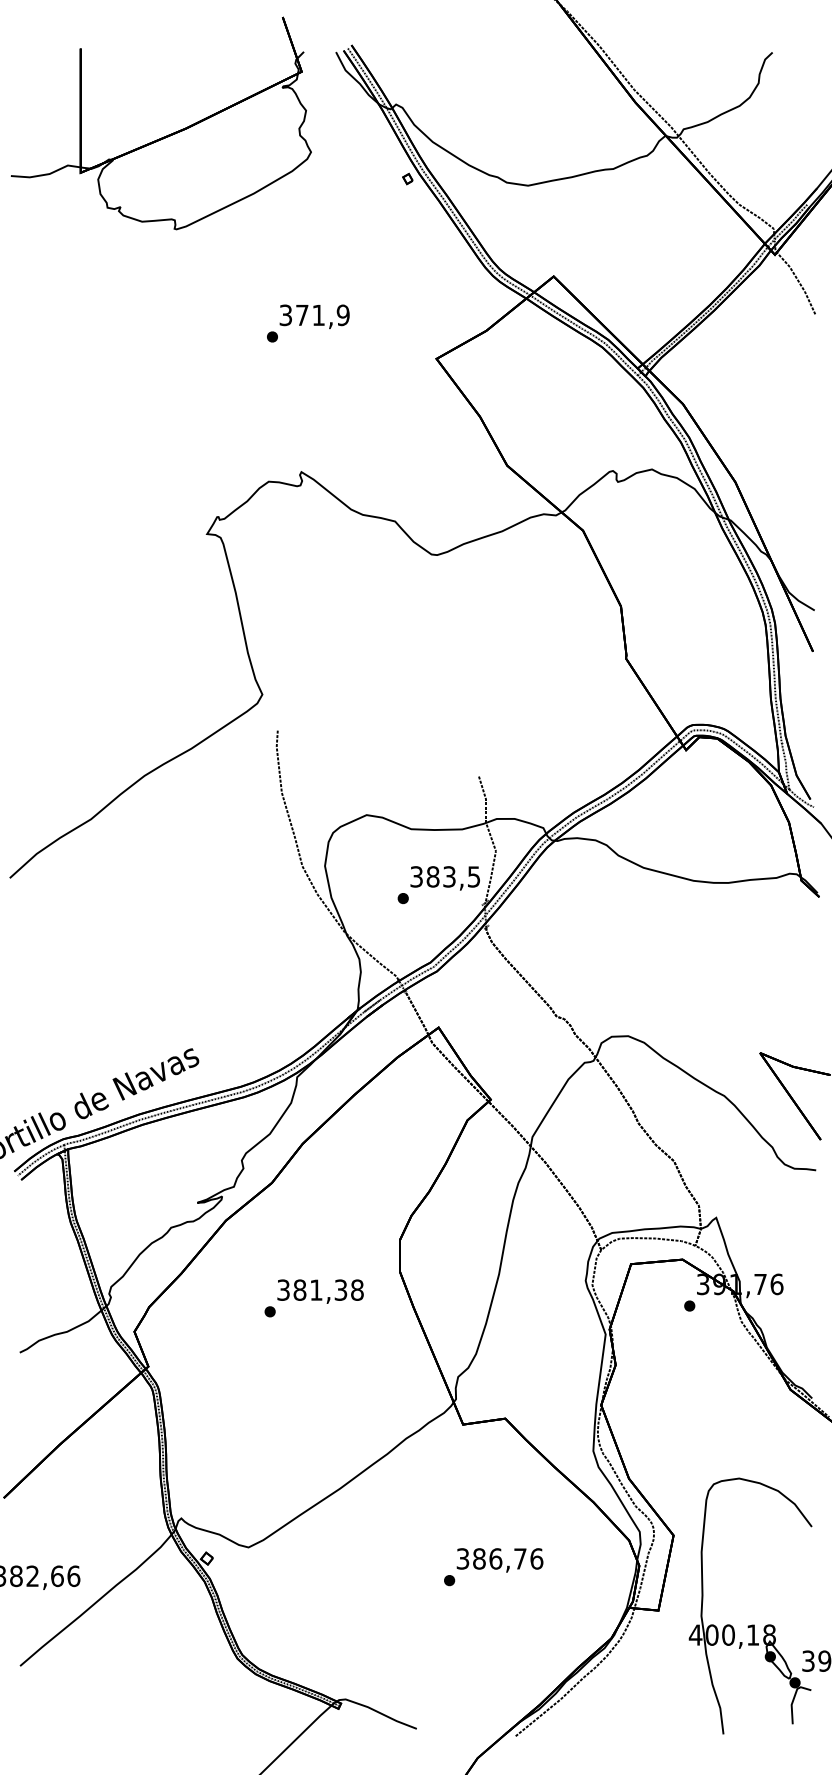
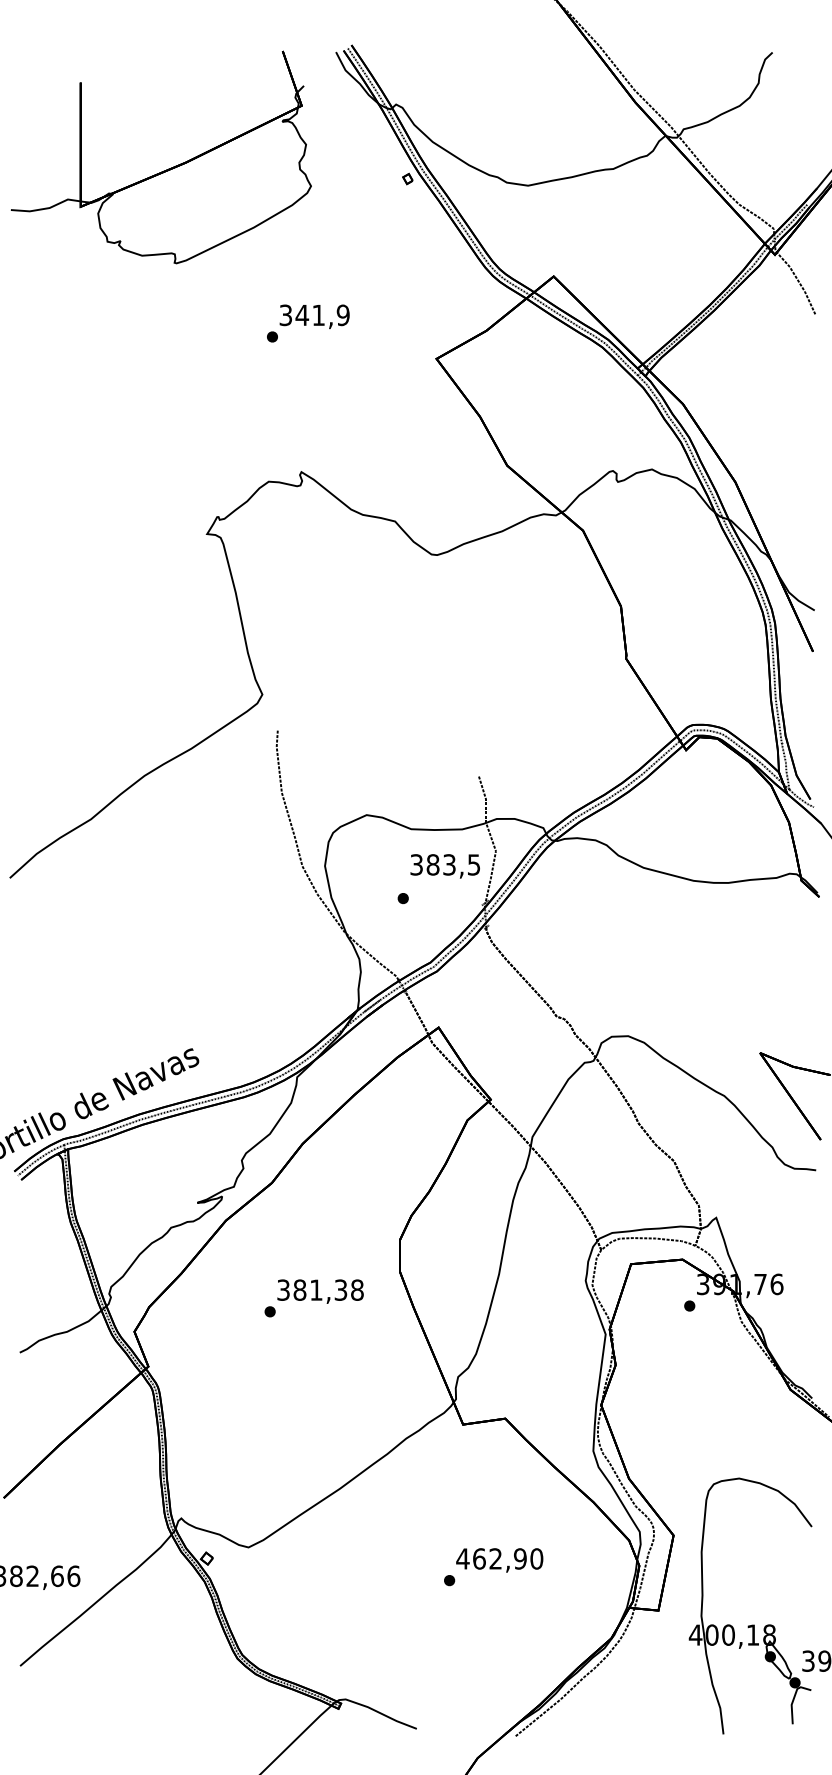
part at (163, 136) position: (163, 136) -> (163, 170)
text at (302, 314): 371,9 -> 341,9
text at (444, 878) position: (444, 878) -> (444, 866)
text at (499, 1558): 386,76 -> 462,90
